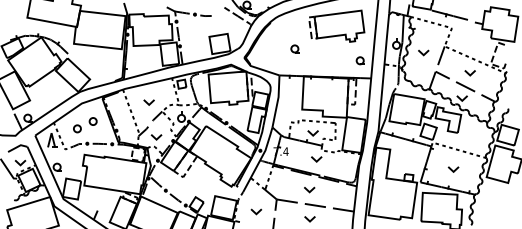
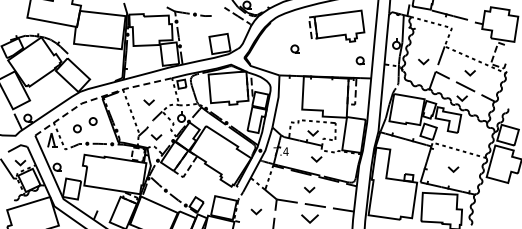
part at (423, 52) position: (423, 52) -> (423, 61)
line at (99, 97): solid -> dashed
part at (309, 219) size: 12x7 px -> 18x10 px
